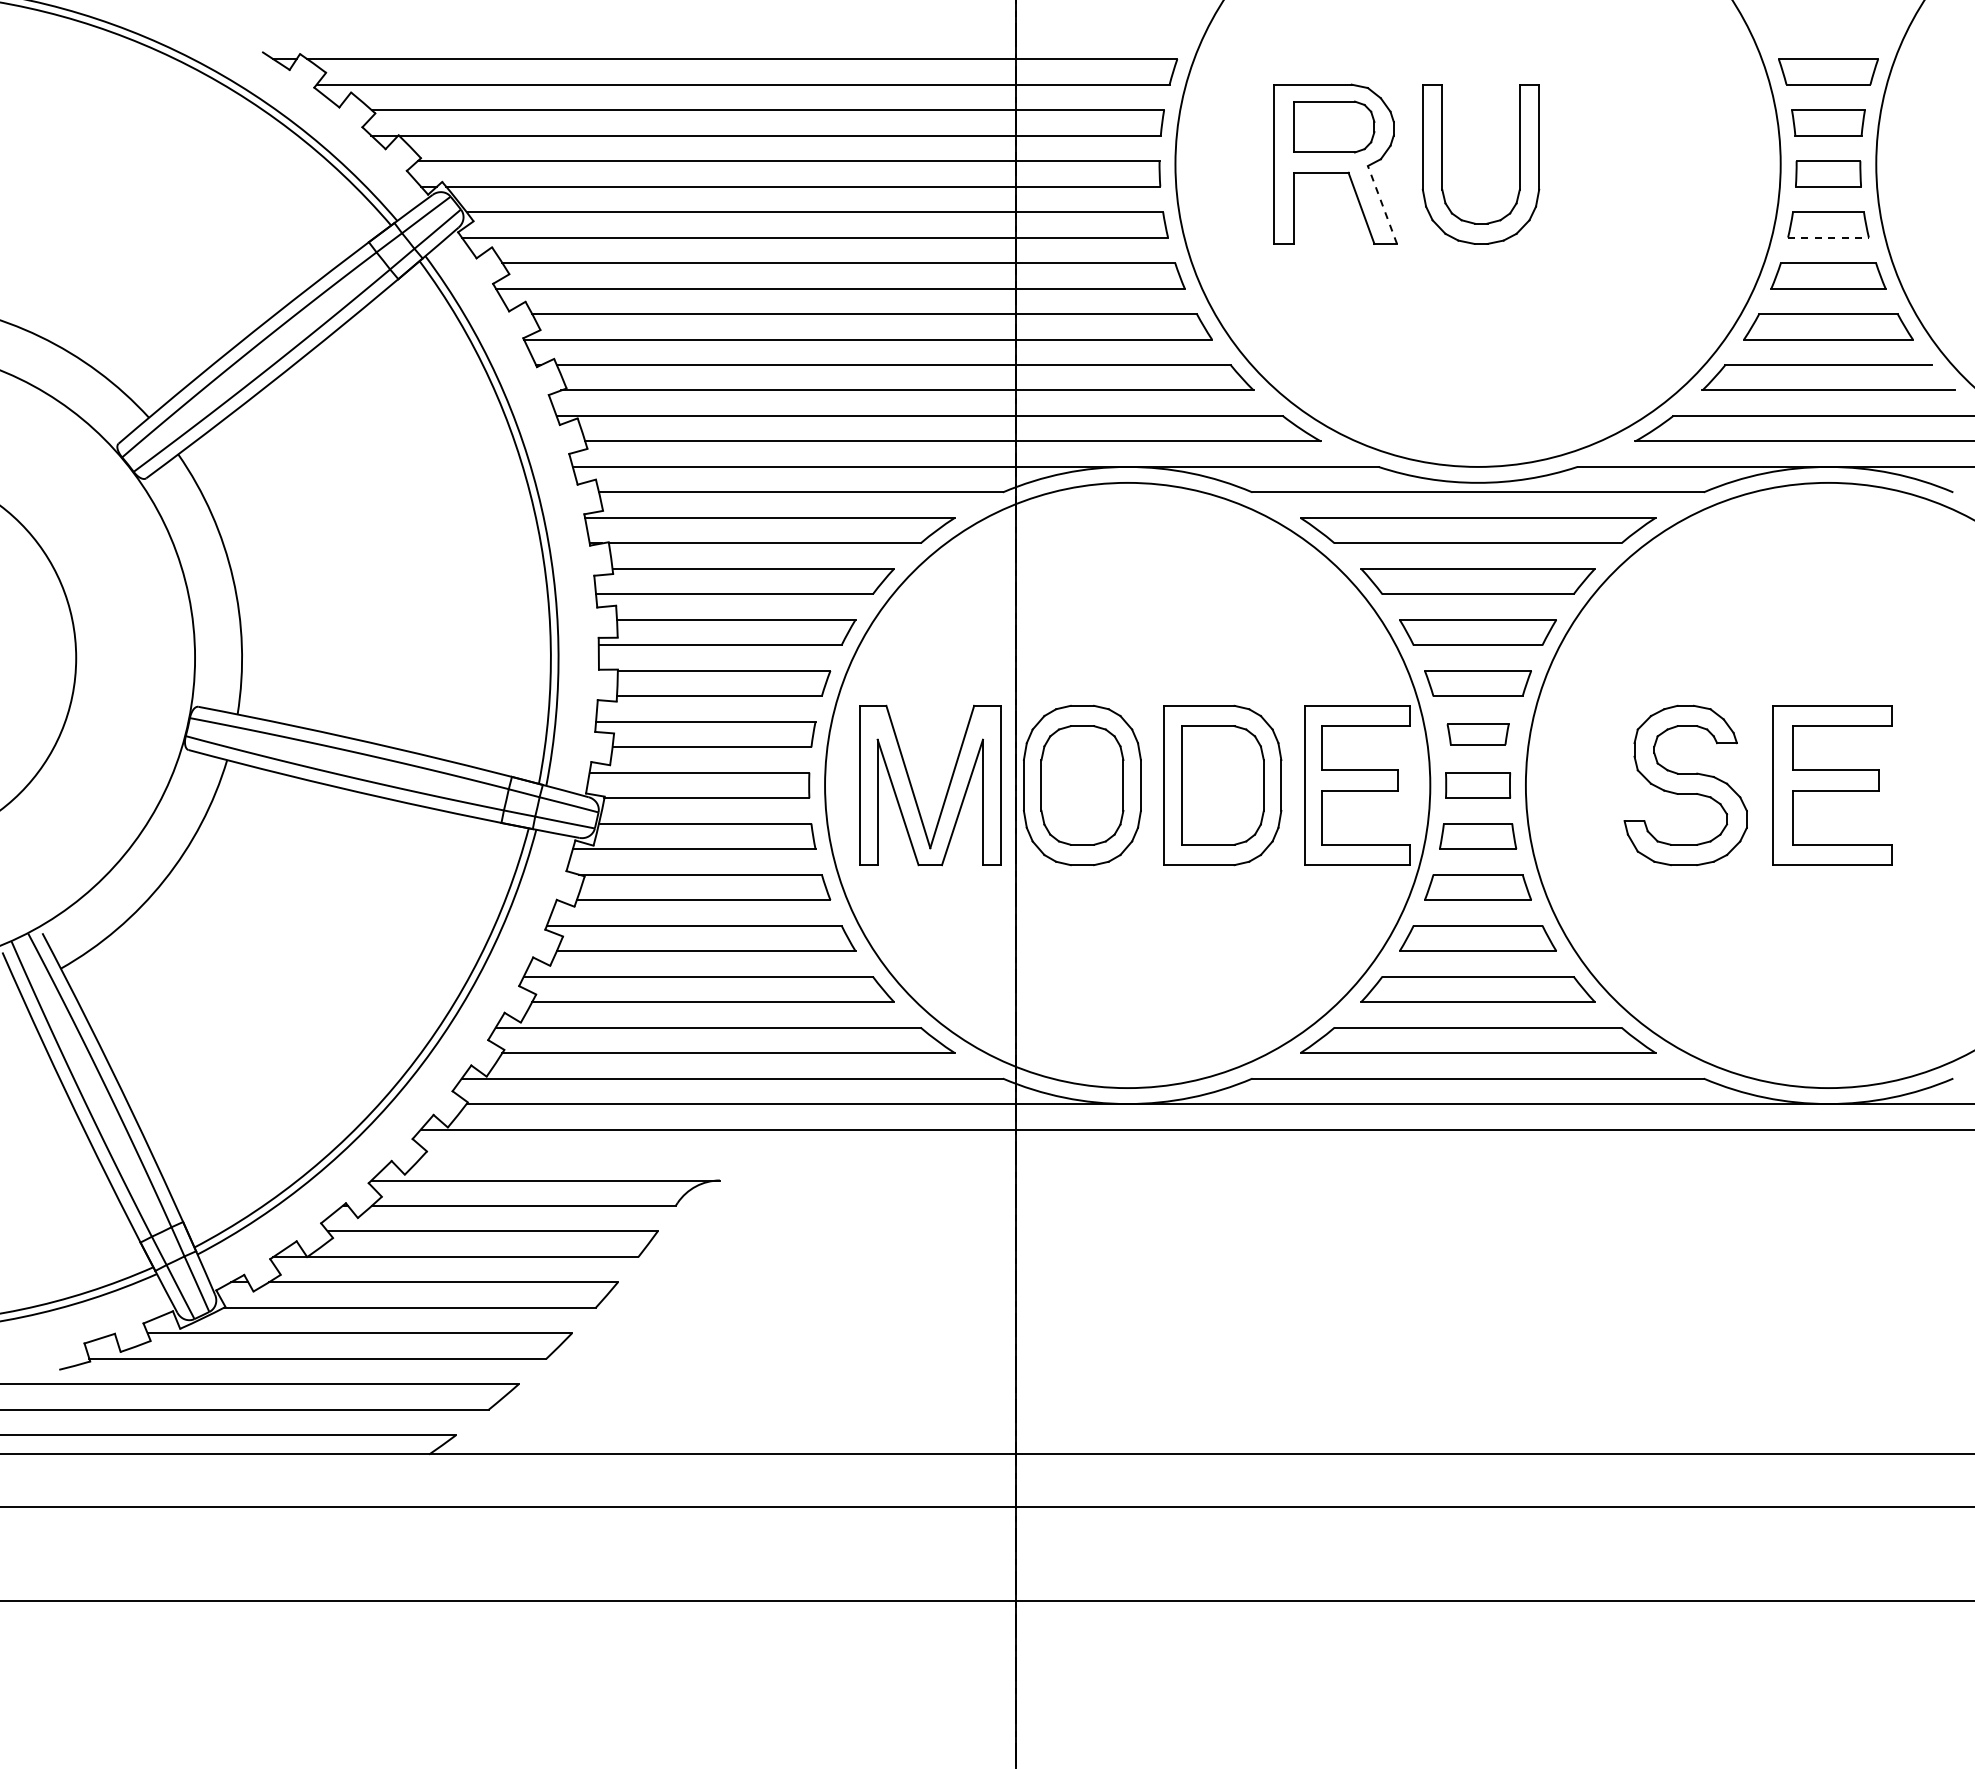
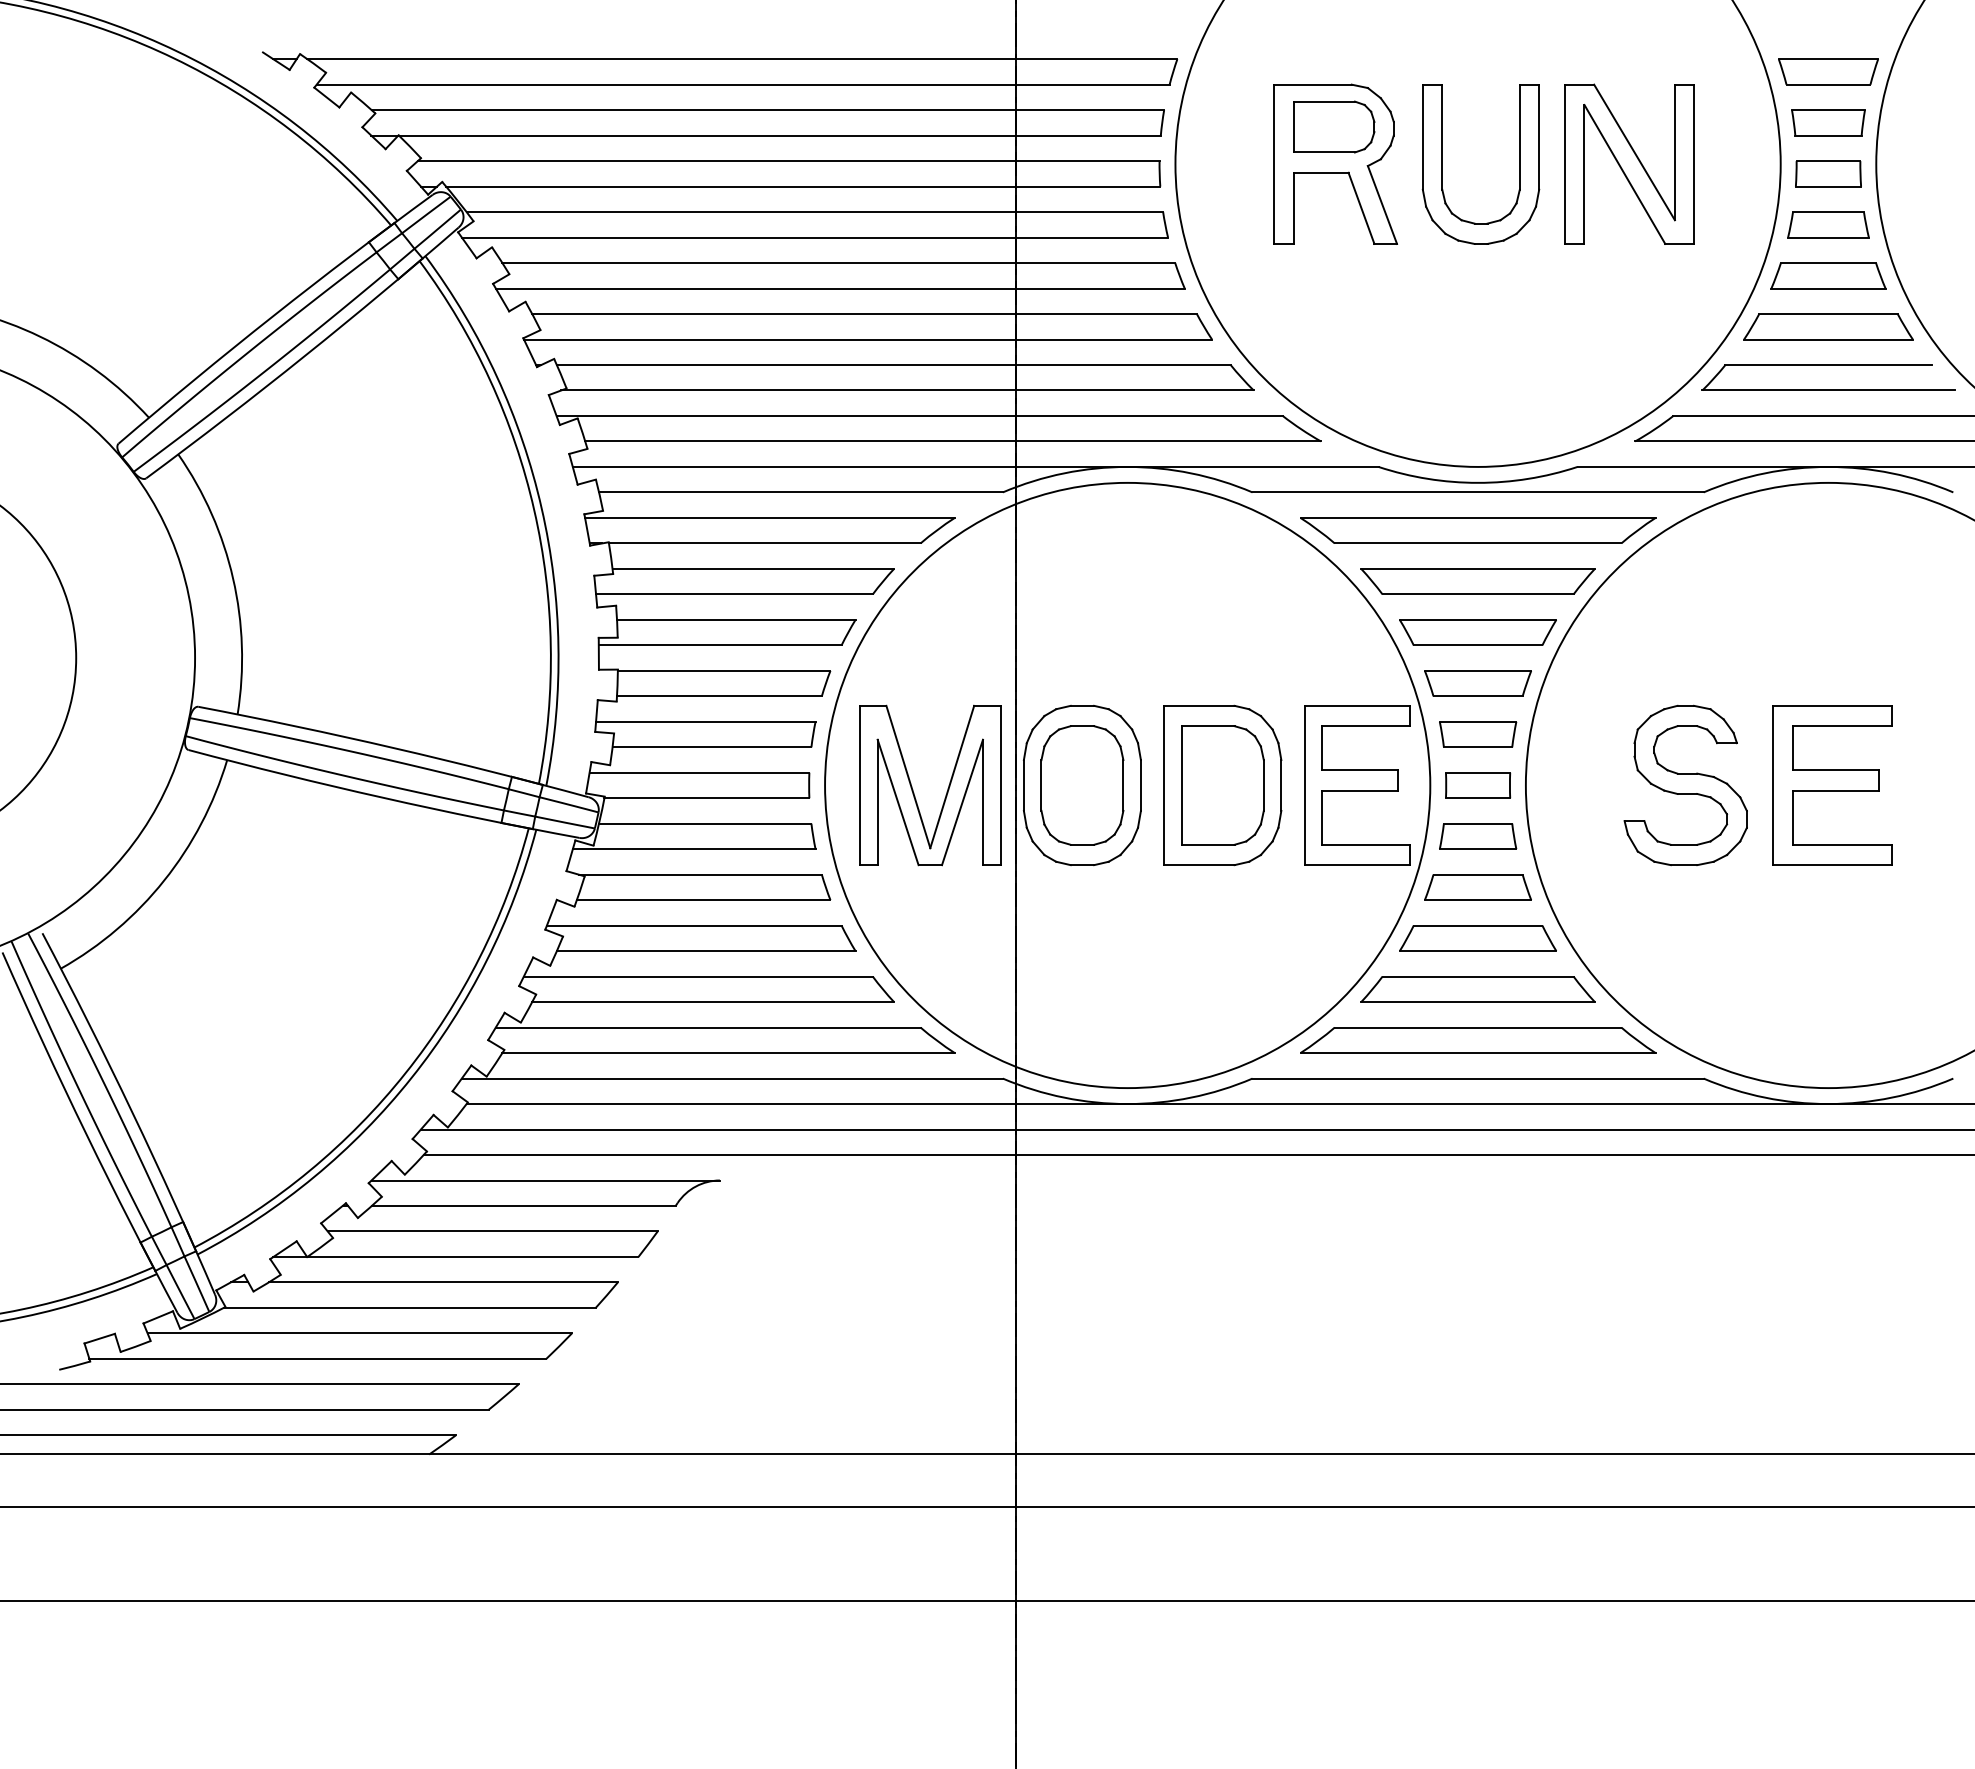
part at (1629, 163): none -> present
line at (1382, 205): dashed -> solid
line at (1828, 237): dashed -> solid
part at (1477, 734) size: 64x23 px -> 79x27 px
line at (1197, 1155): none -> present
